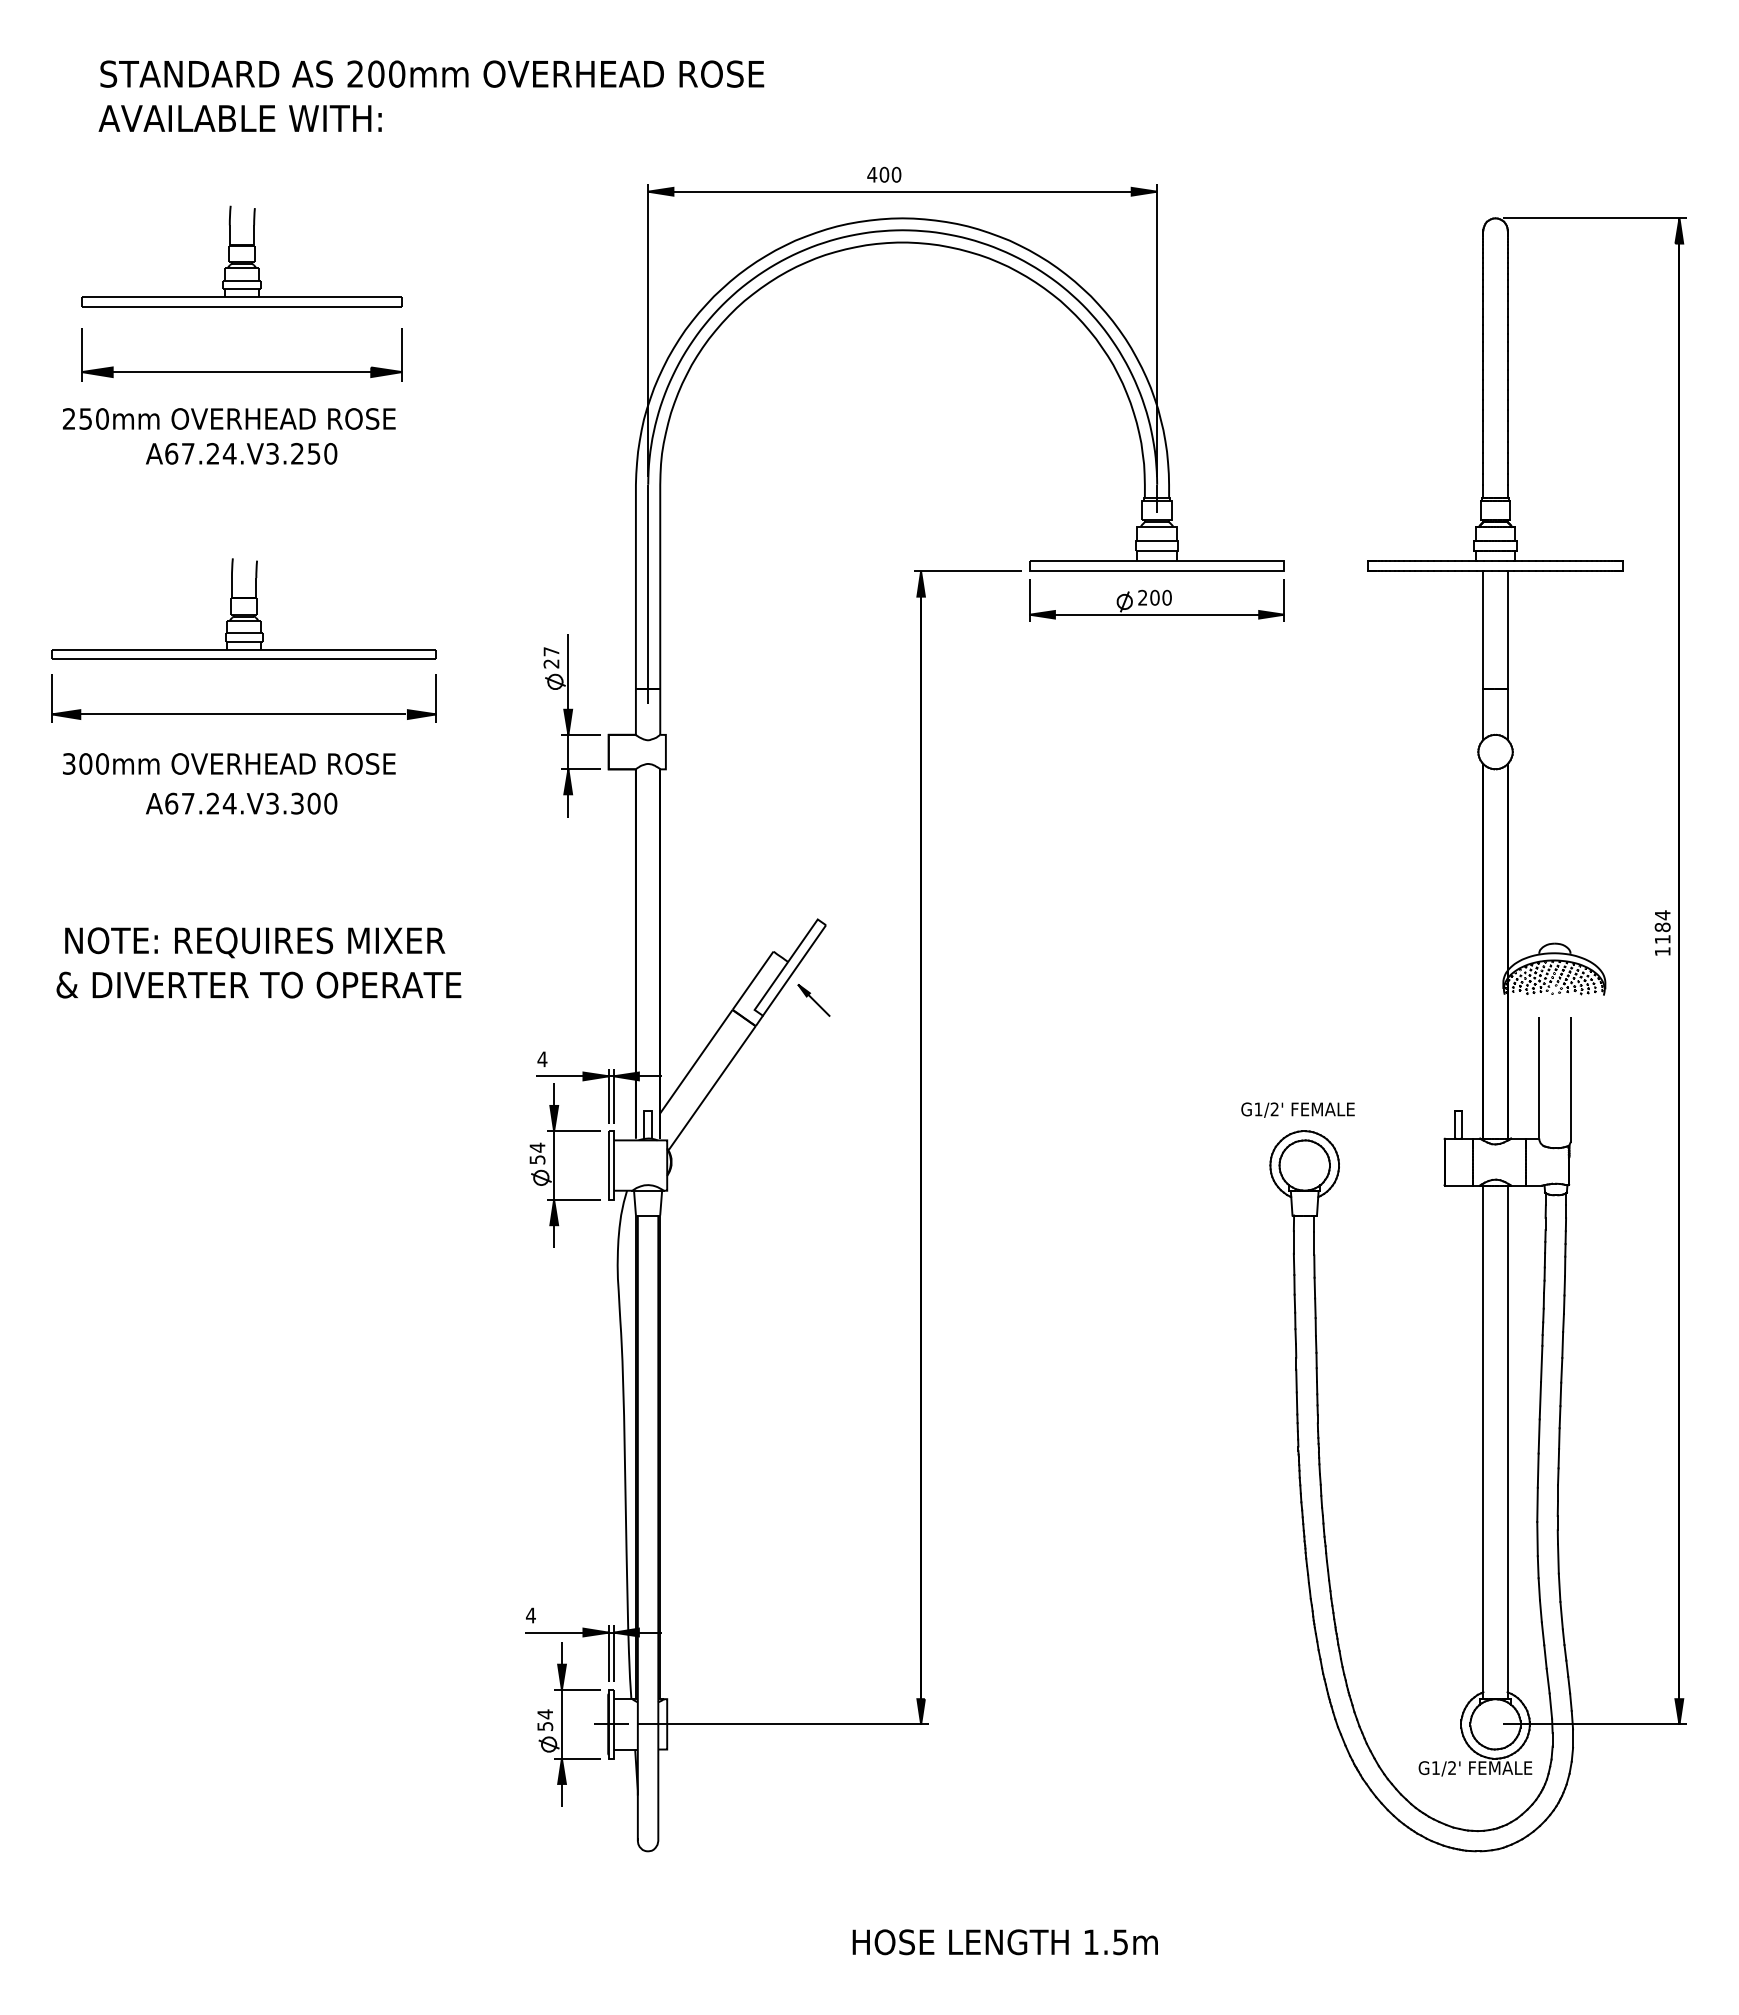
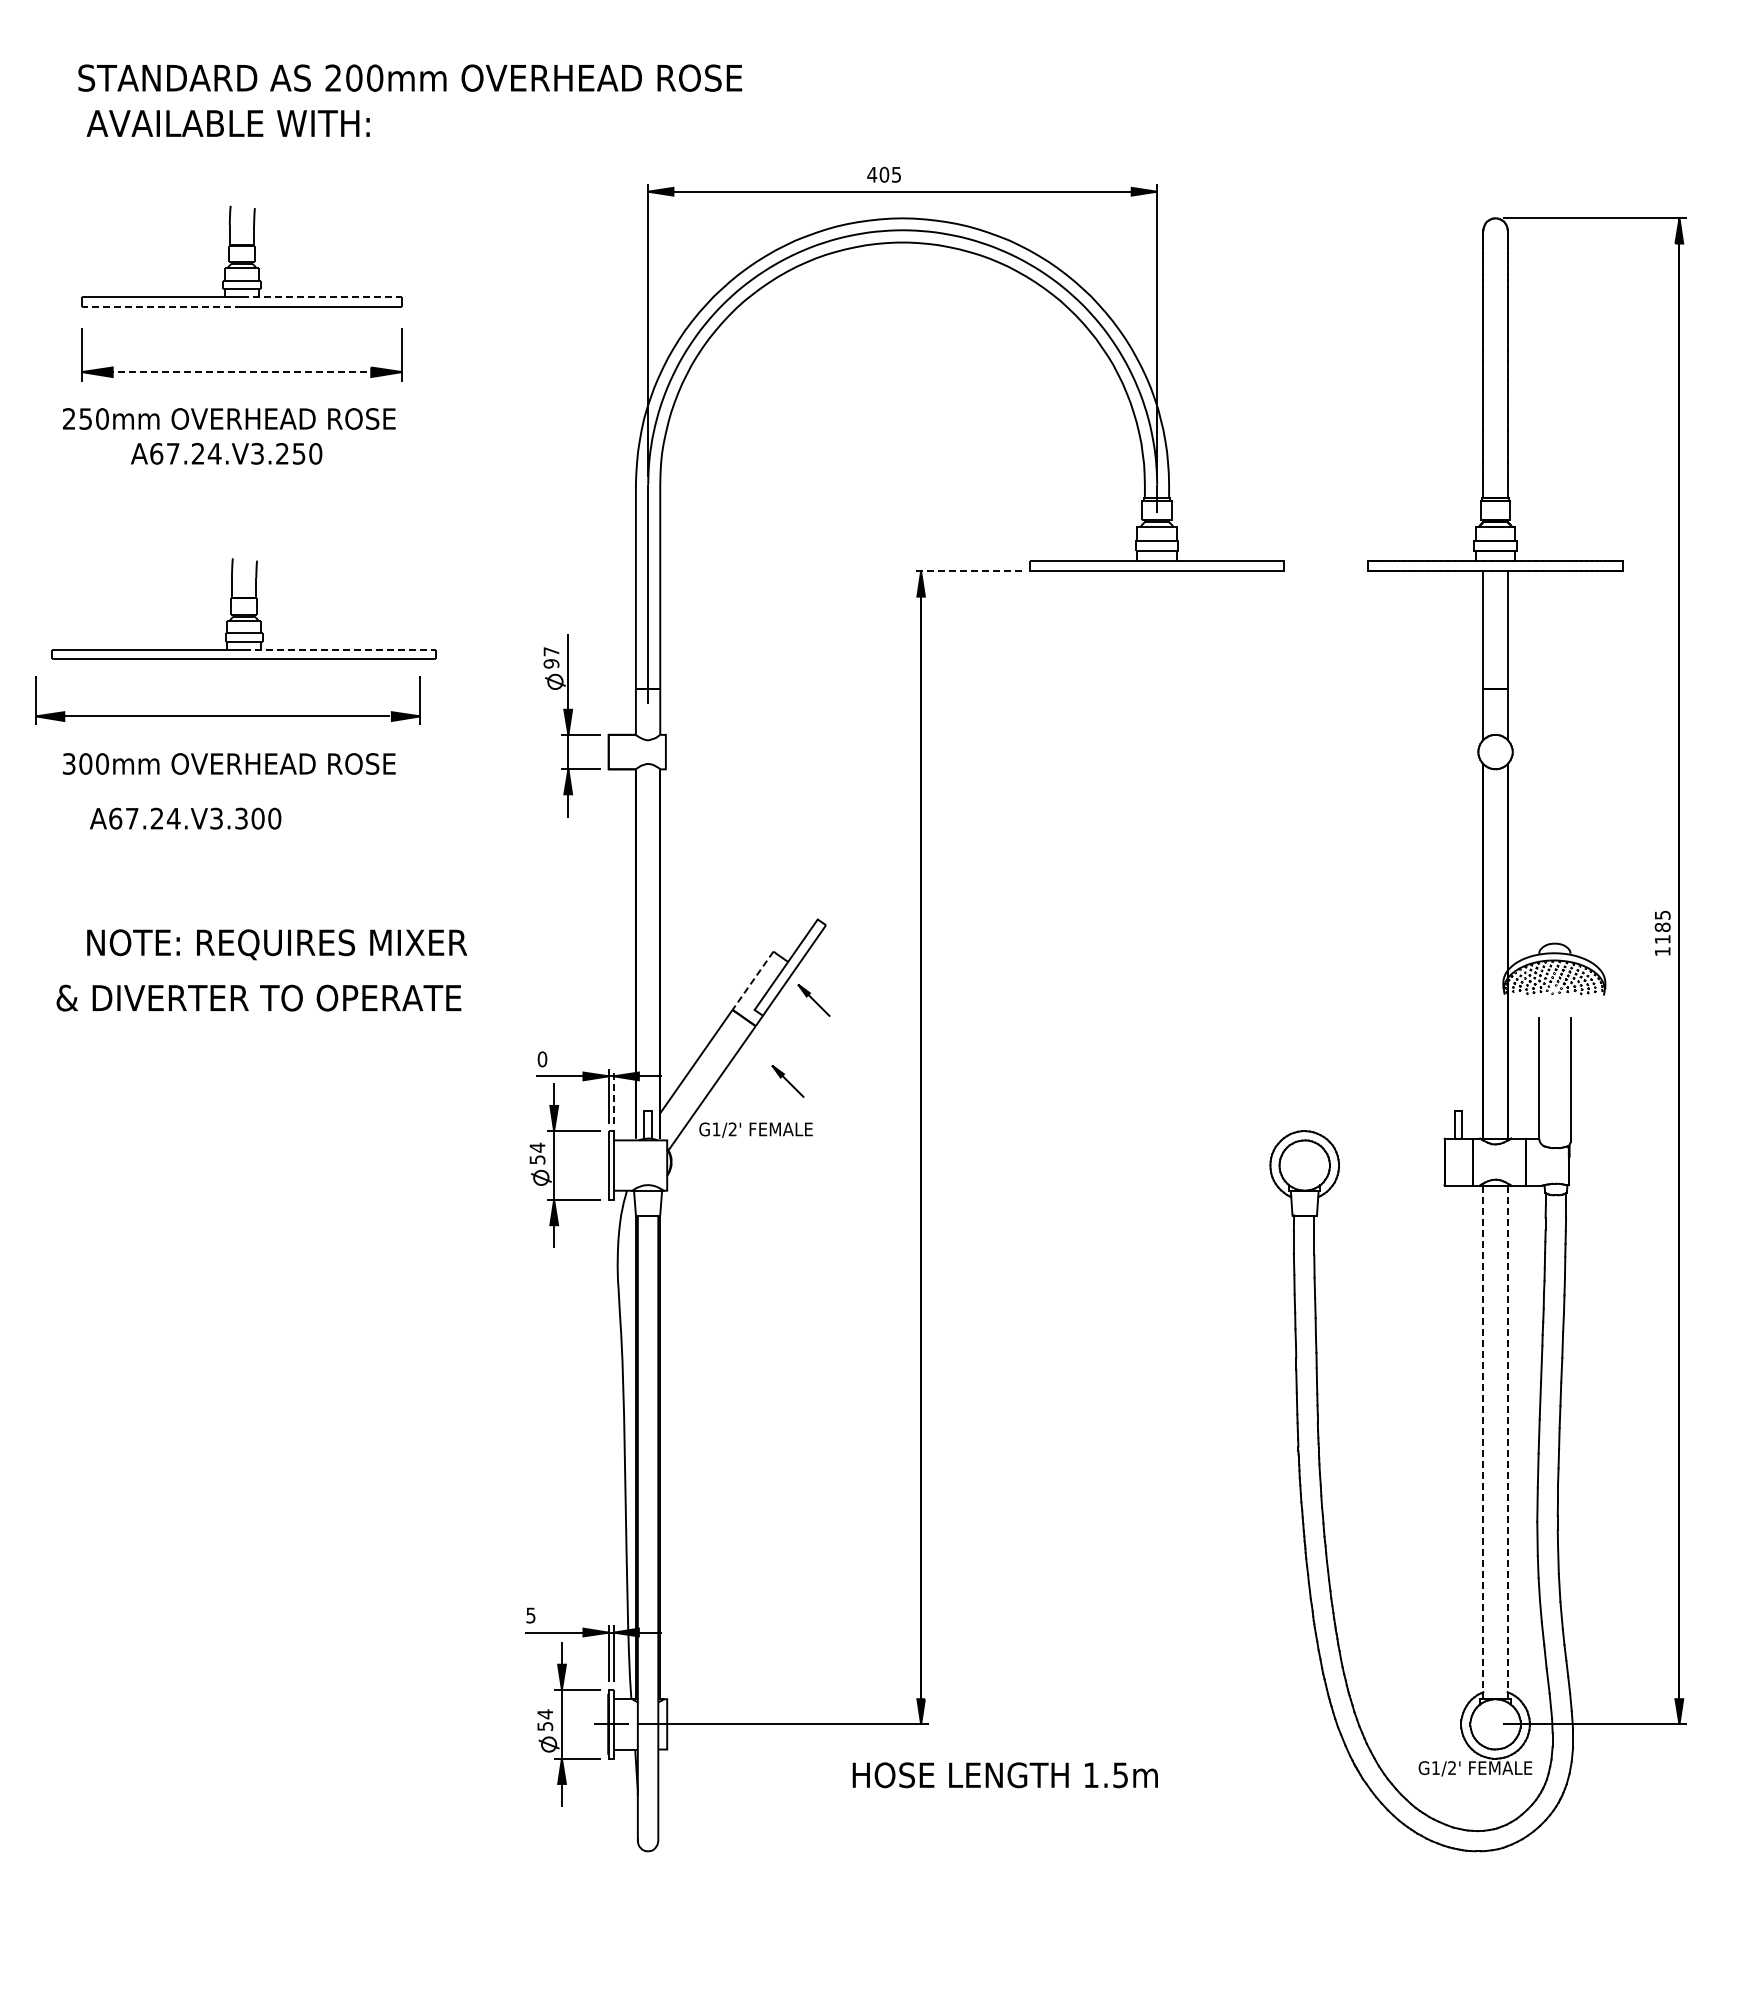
text at (432, 73) position: (432, 73) -> (410, 77)
text at (239, 118) position: (239, 118) -> (227, 123)
text at (896, 174): 400 -> 405
line at (322, 297): solid -> dashed
line at (161, 306): solid -> dashed
line at (254, 372): solid -> dashed
text at (241, 453) position: (241, 453) -> (226, 453)
line at (967, 571): solid -> dashed
part at (1156, 600): present -> none
line at (340, 649): solid -> dashed
text at (551, 663): 27 -> 97
part at (243, 713) position: (243, 713) -> (227, 715)
text at (241, 803) position: (241, 803) -> (185, 818)
text at (1662, 915): 1184 -> 1185
text at (255, 942) position: (255, 942) -> (277, 944)
line at (753, 980): solid -> dashed
text at (258, 984) position: (258, 984) -> (258, 997)
text at (542, 1059): 4 -> 0
part at (787, 1081): none -> present
line at (613, 1095): solid -> dashed
text at (1297, 1109) position: (1297, 1109) -> (755, 1129)
line at (1507, 1441): solid -> dashed
line at (1483, 1442): solid -> dashed
text at (530, 1615): 4 -> 5
text at (1004, 1942) position: (1004, 1942) -> (1004, 1775)
